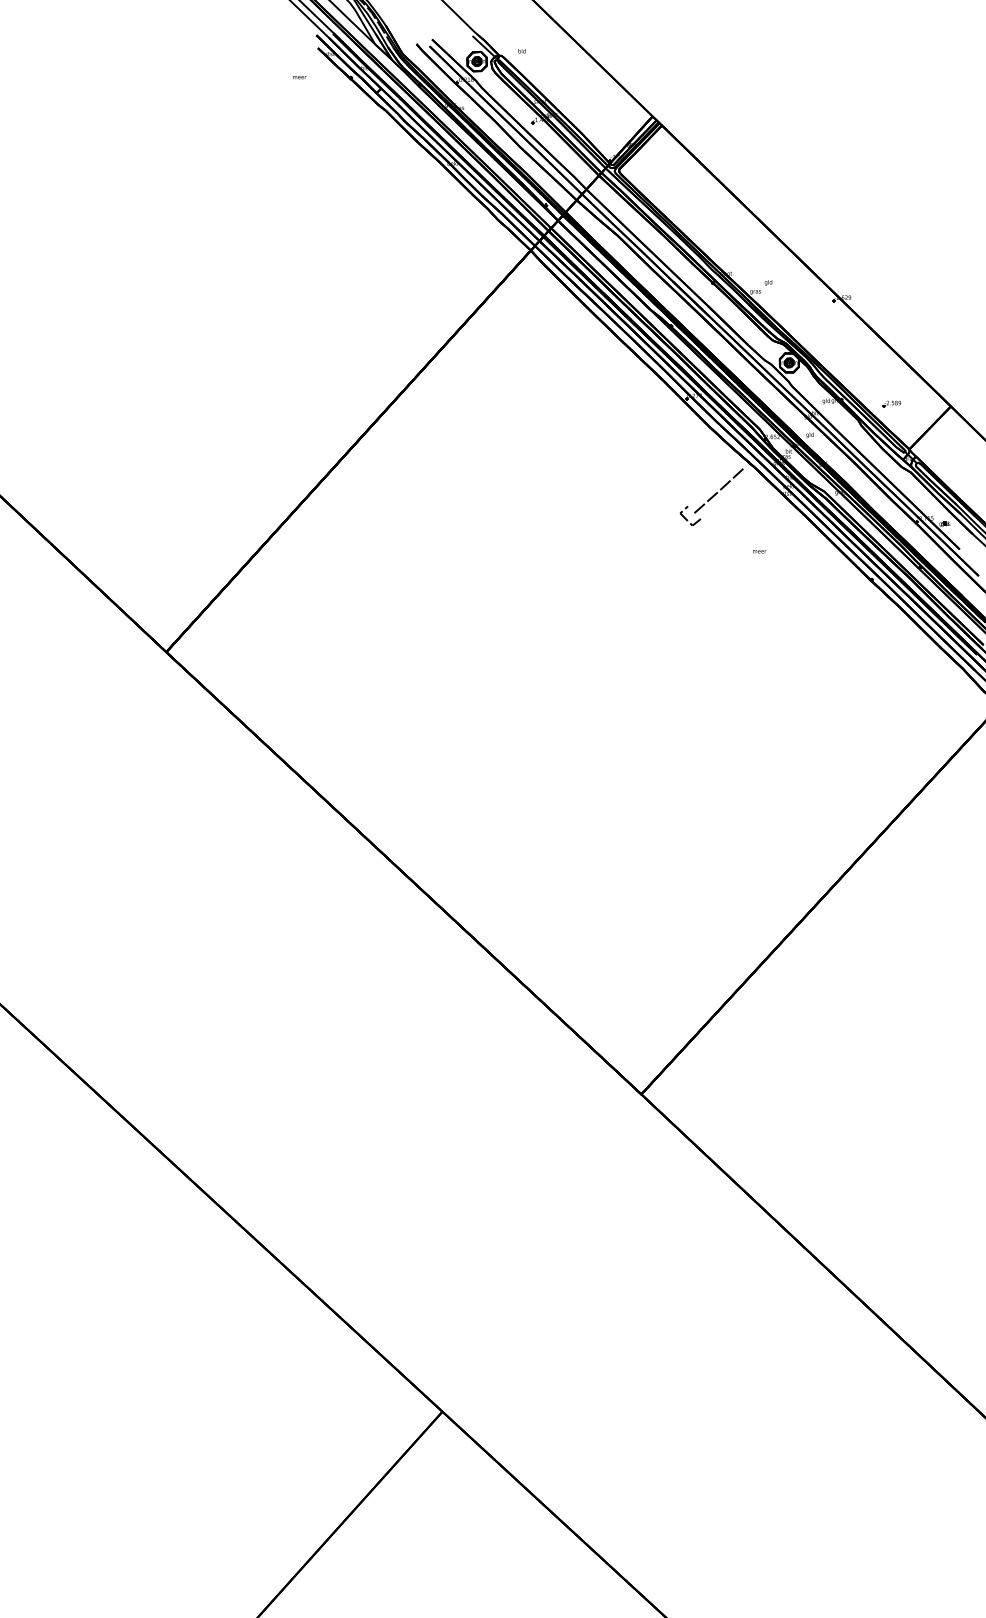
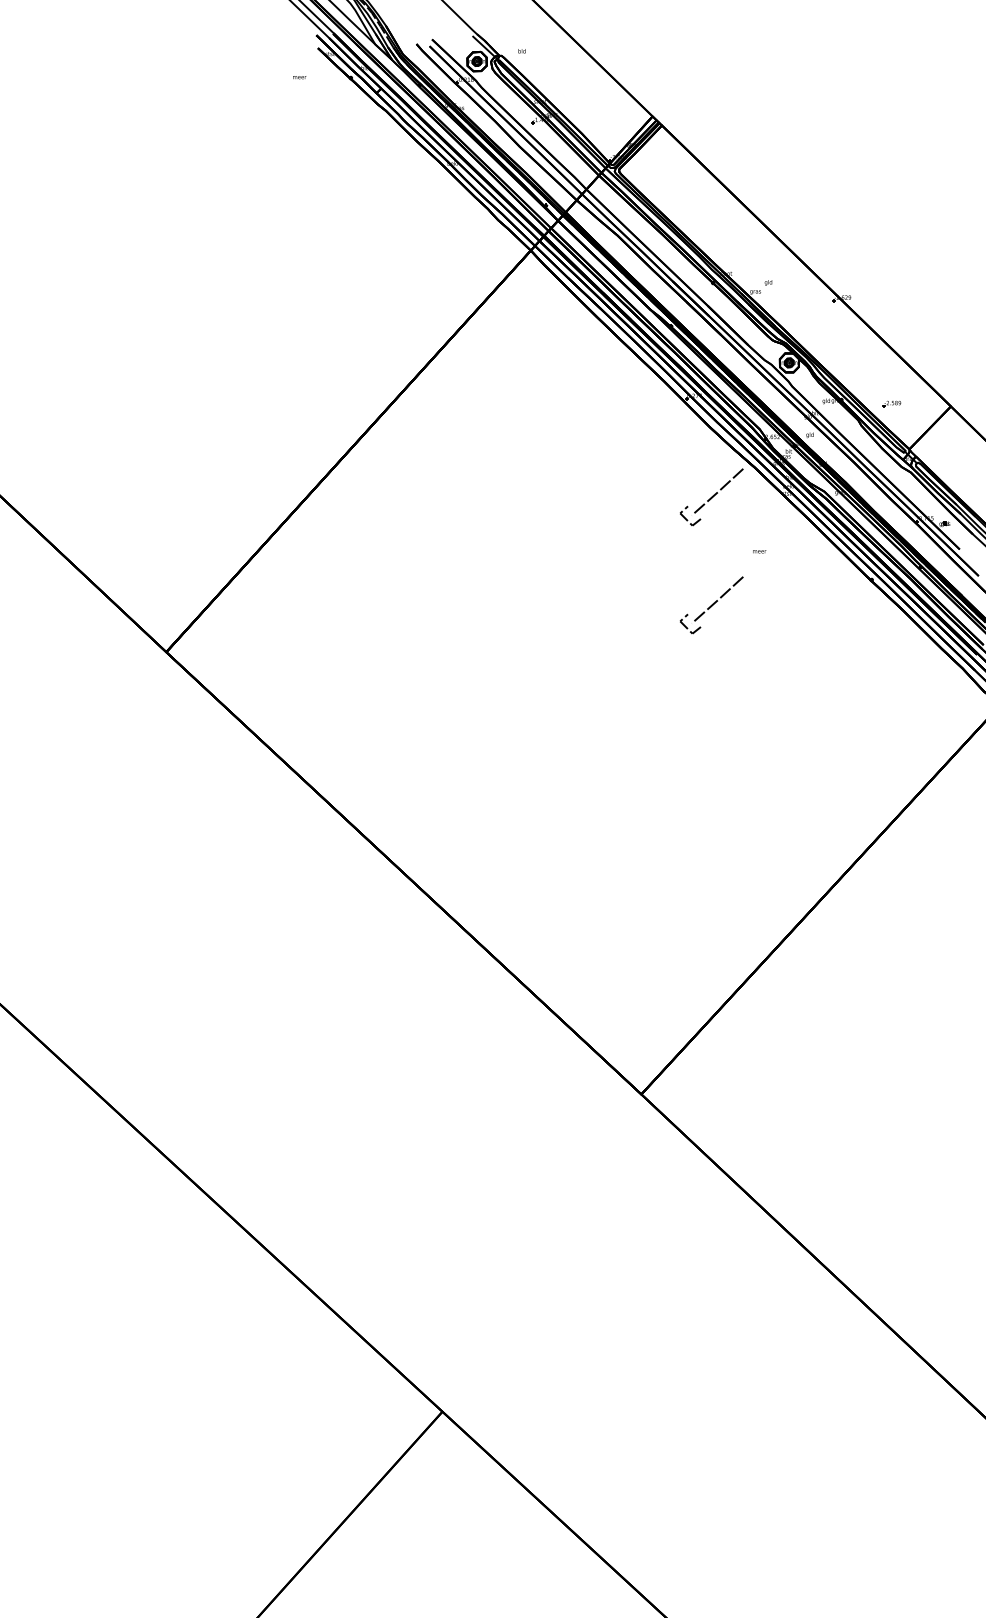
part at (711, 605): none -> present
